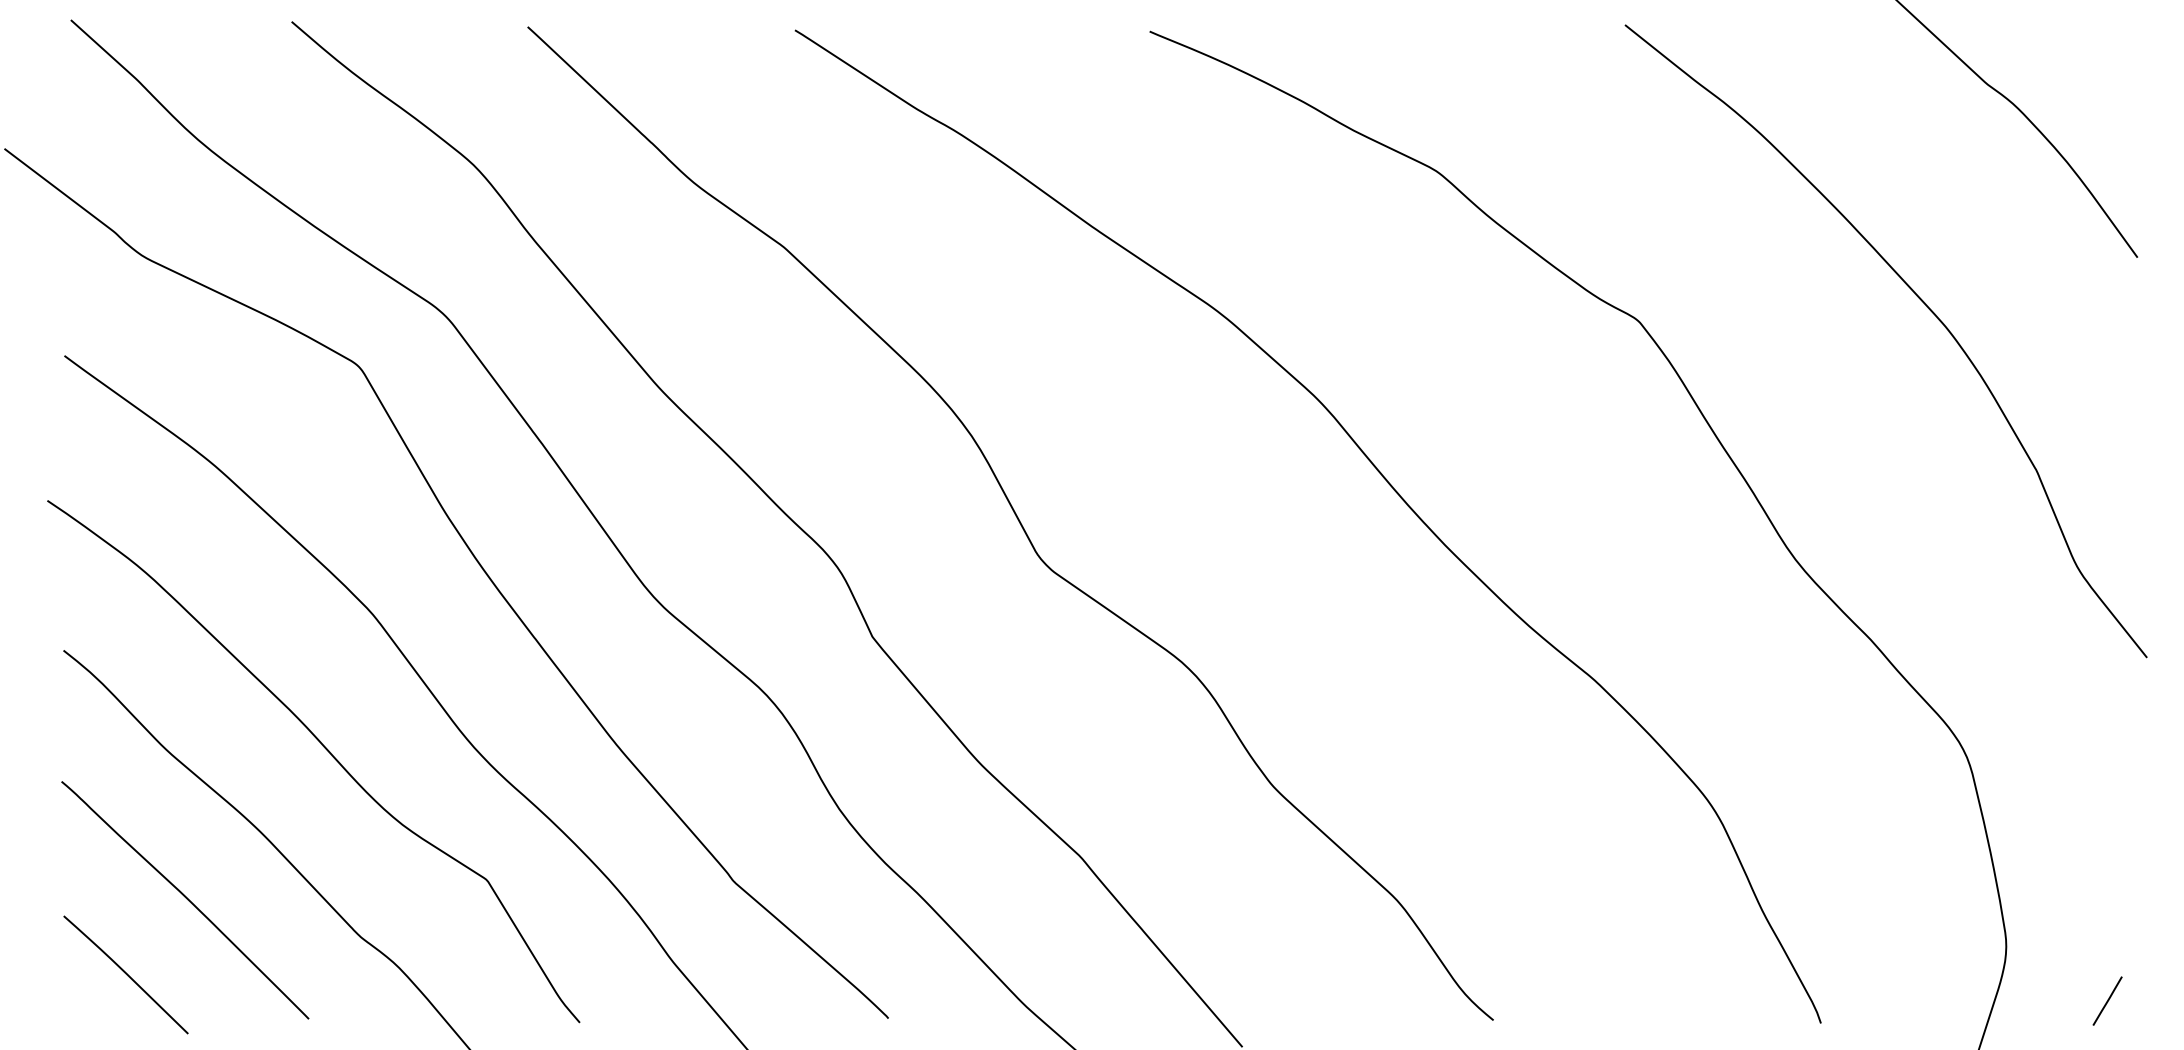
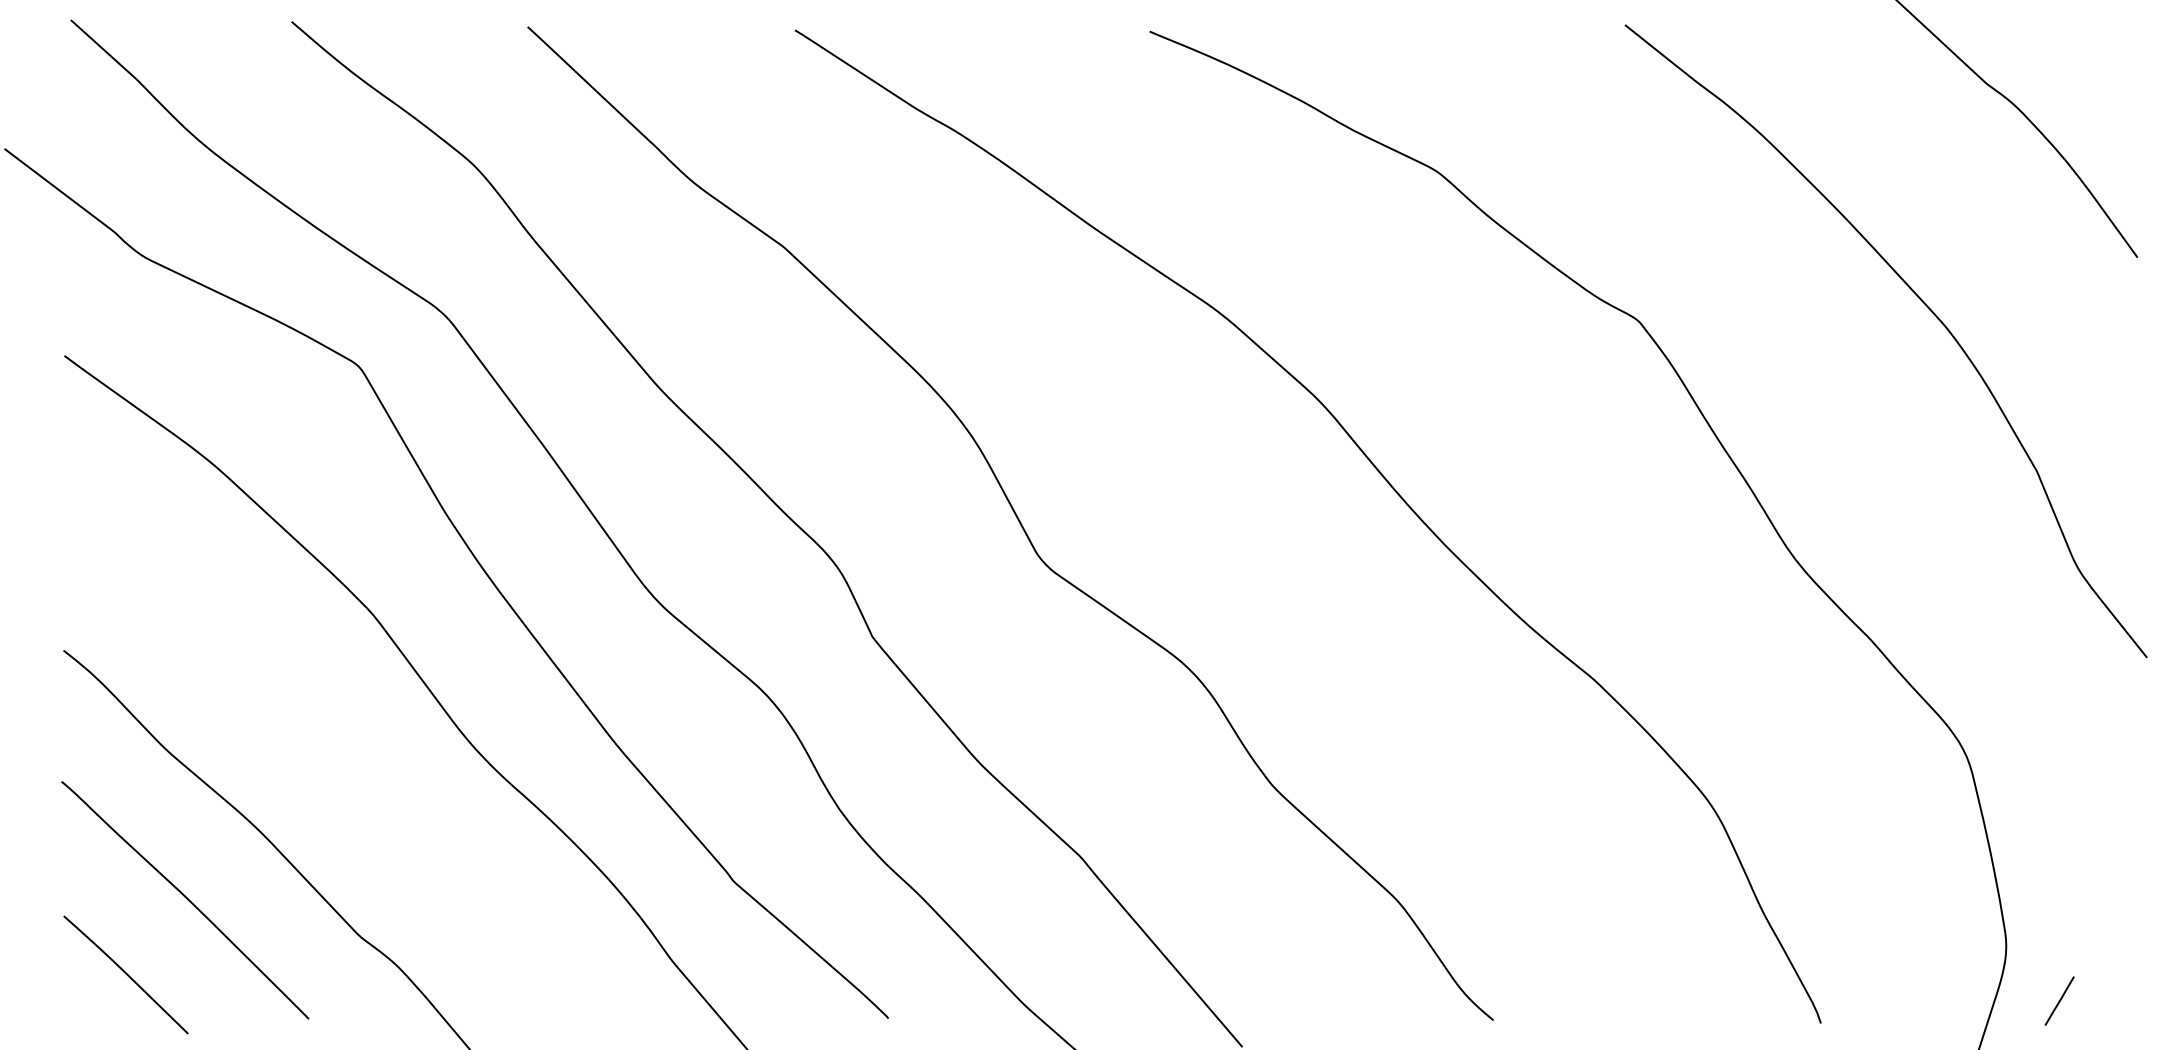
curve at (325, 749): present -> none
line at (2107, 1000) position: (2107, 1000) -> (2059, 1000)
